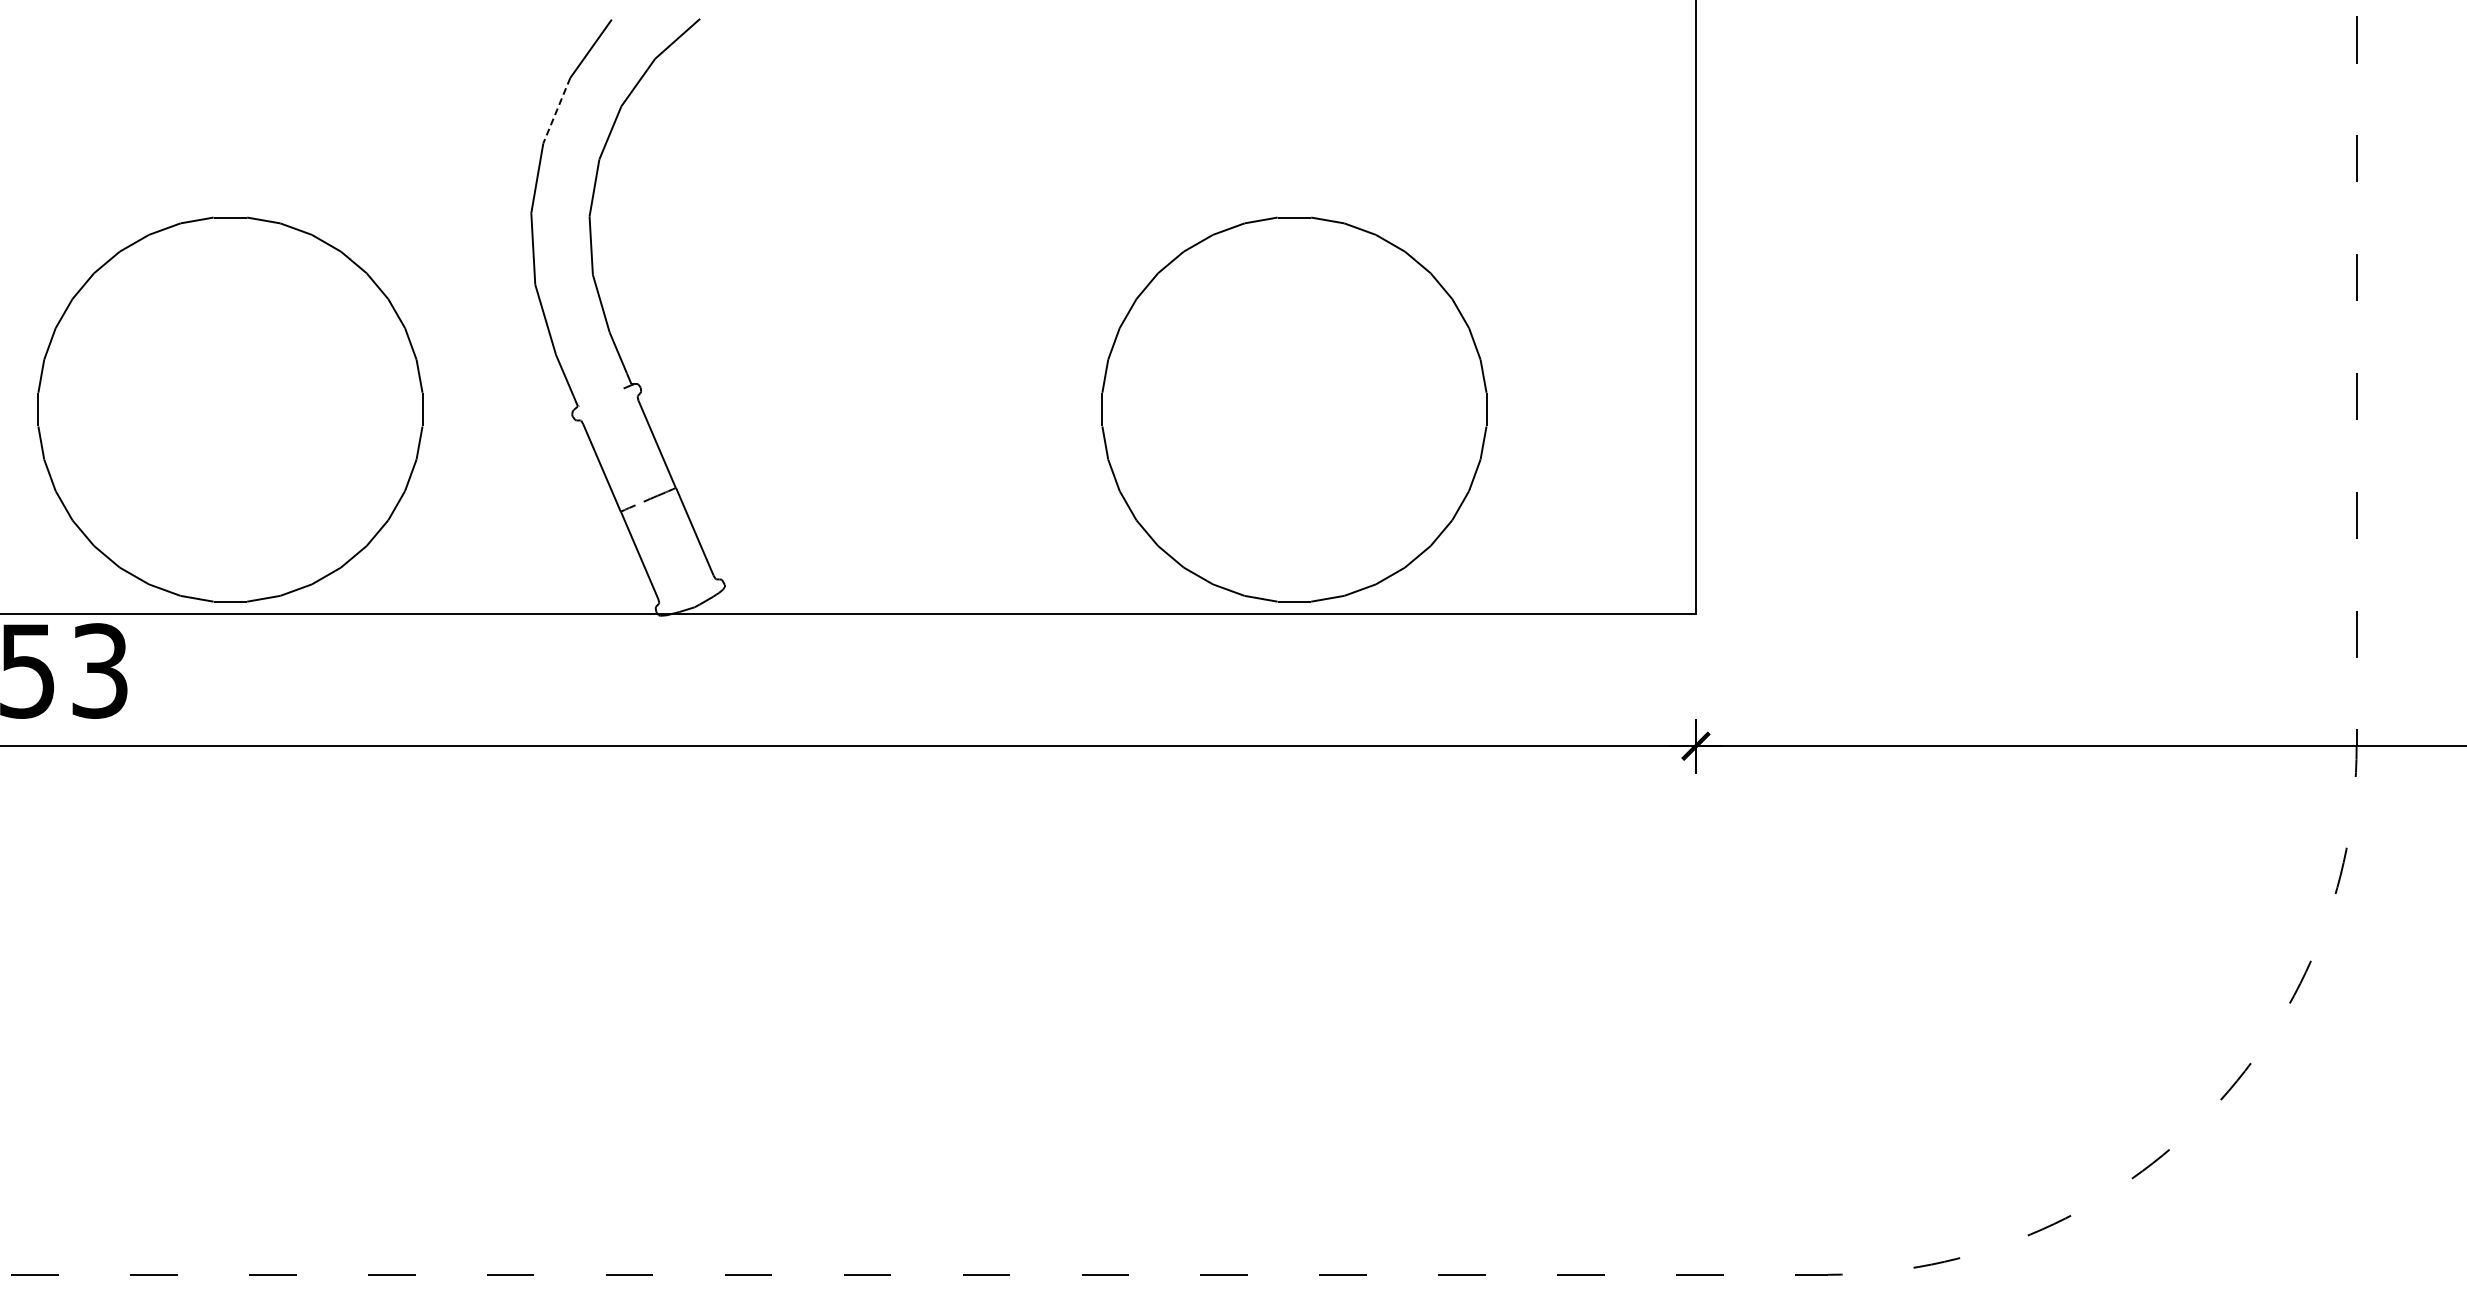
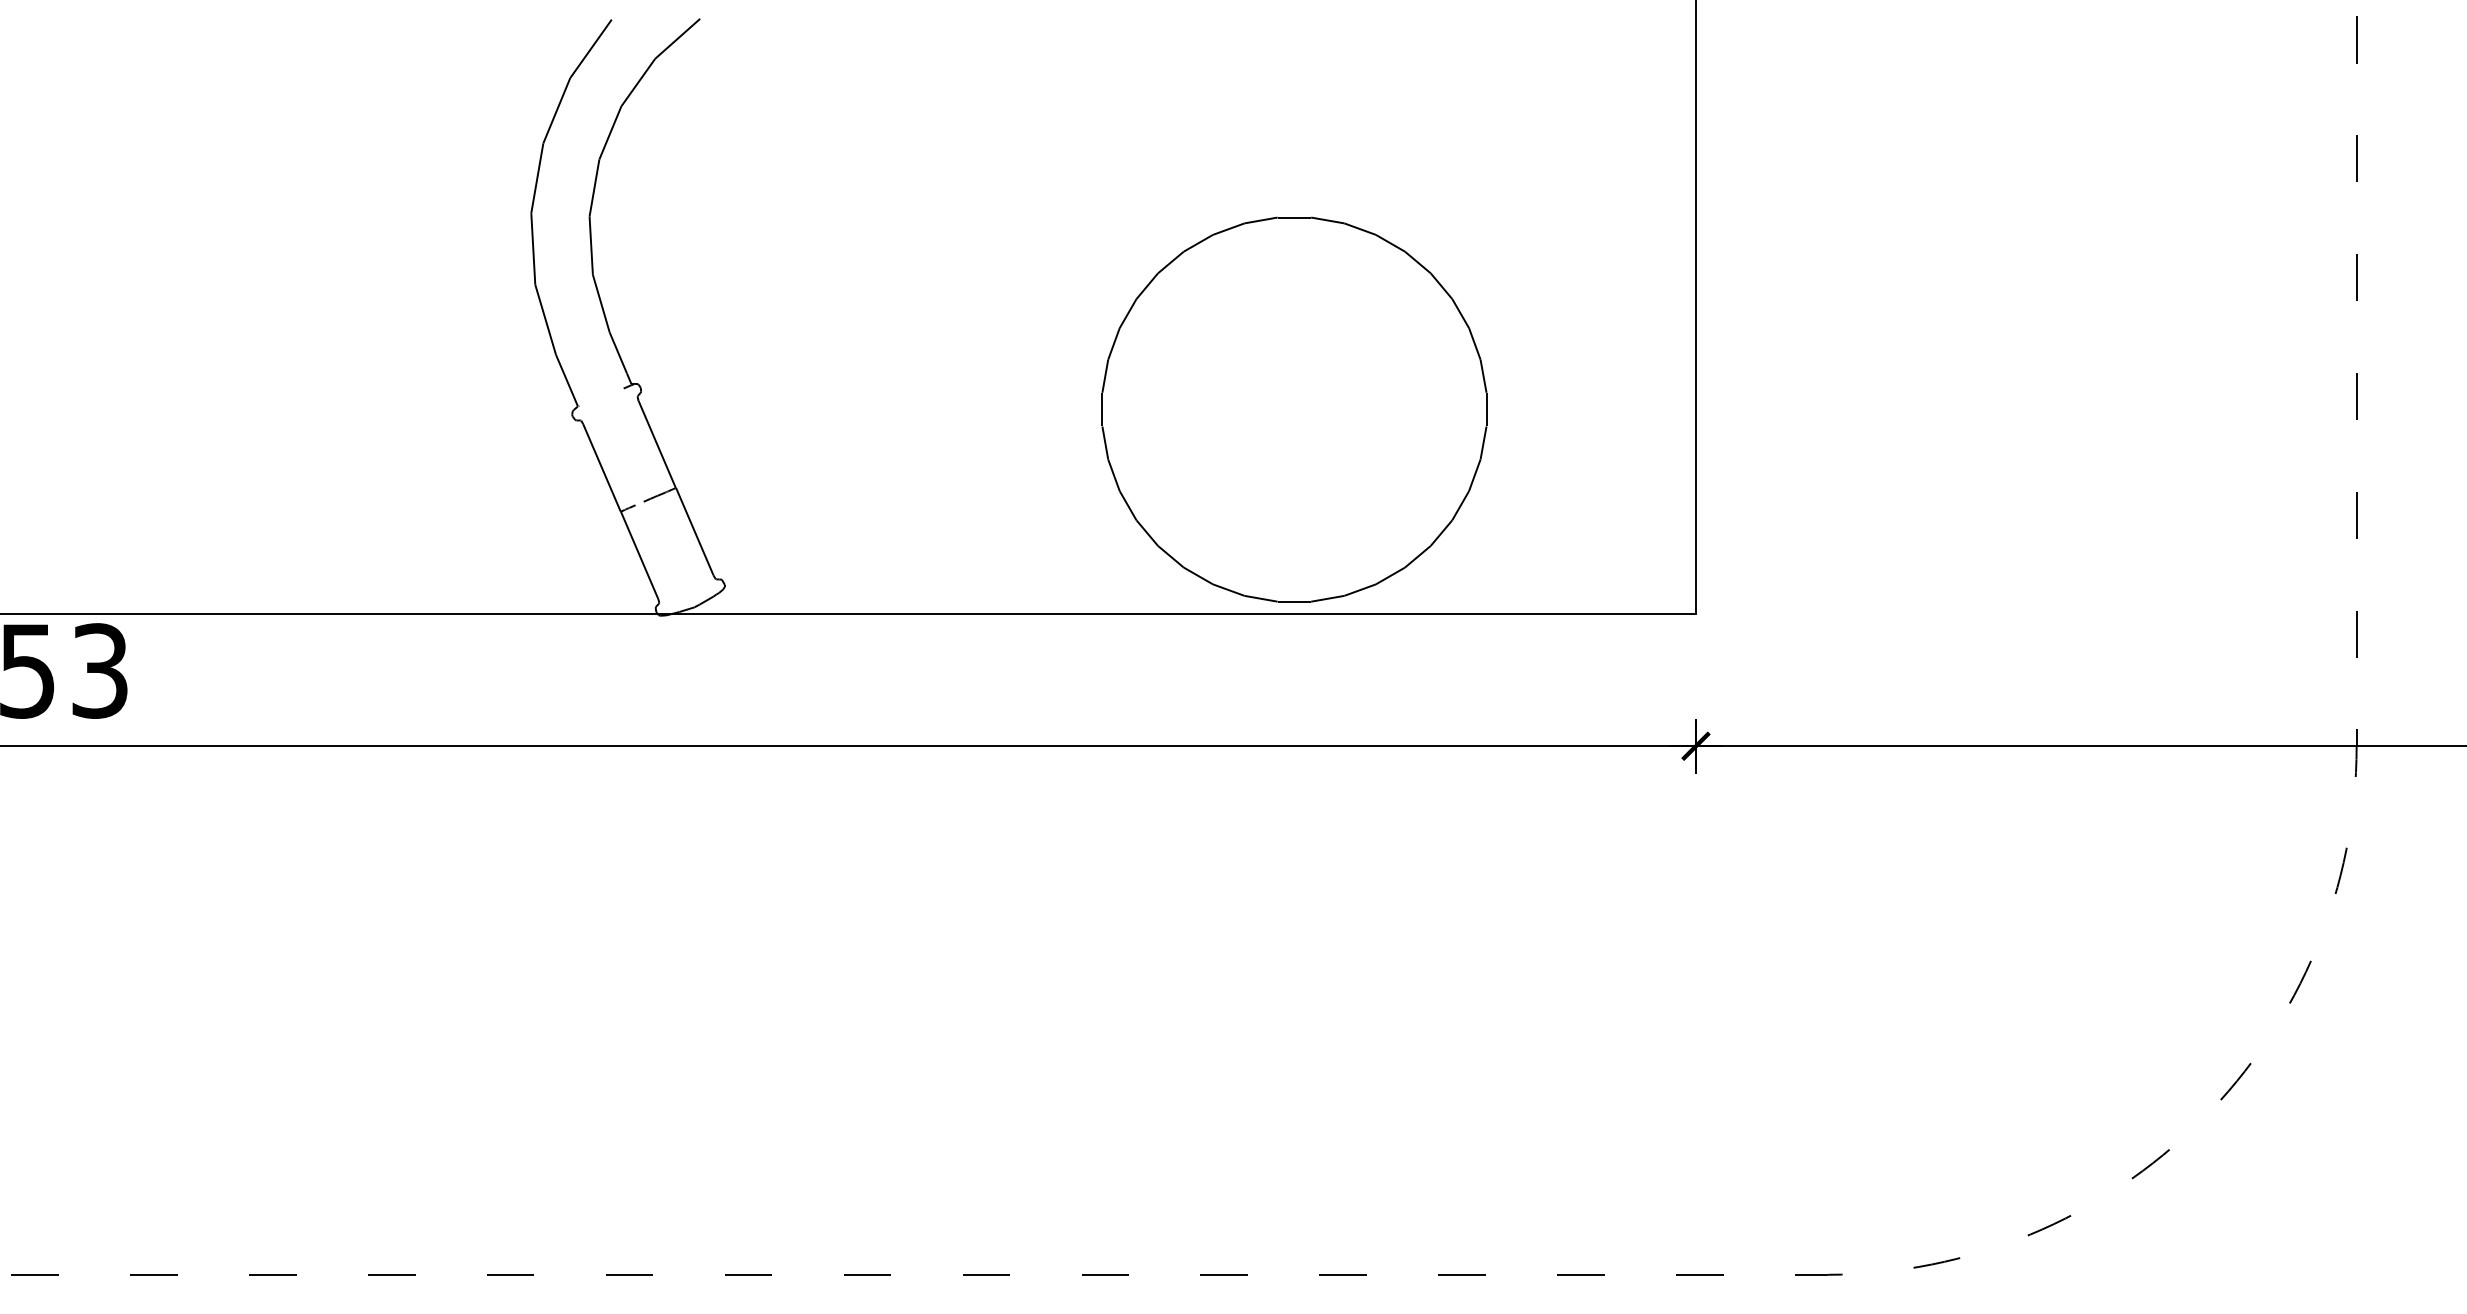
line at (556, 111): dashed -> solid
part at (230, 409): present -> none
